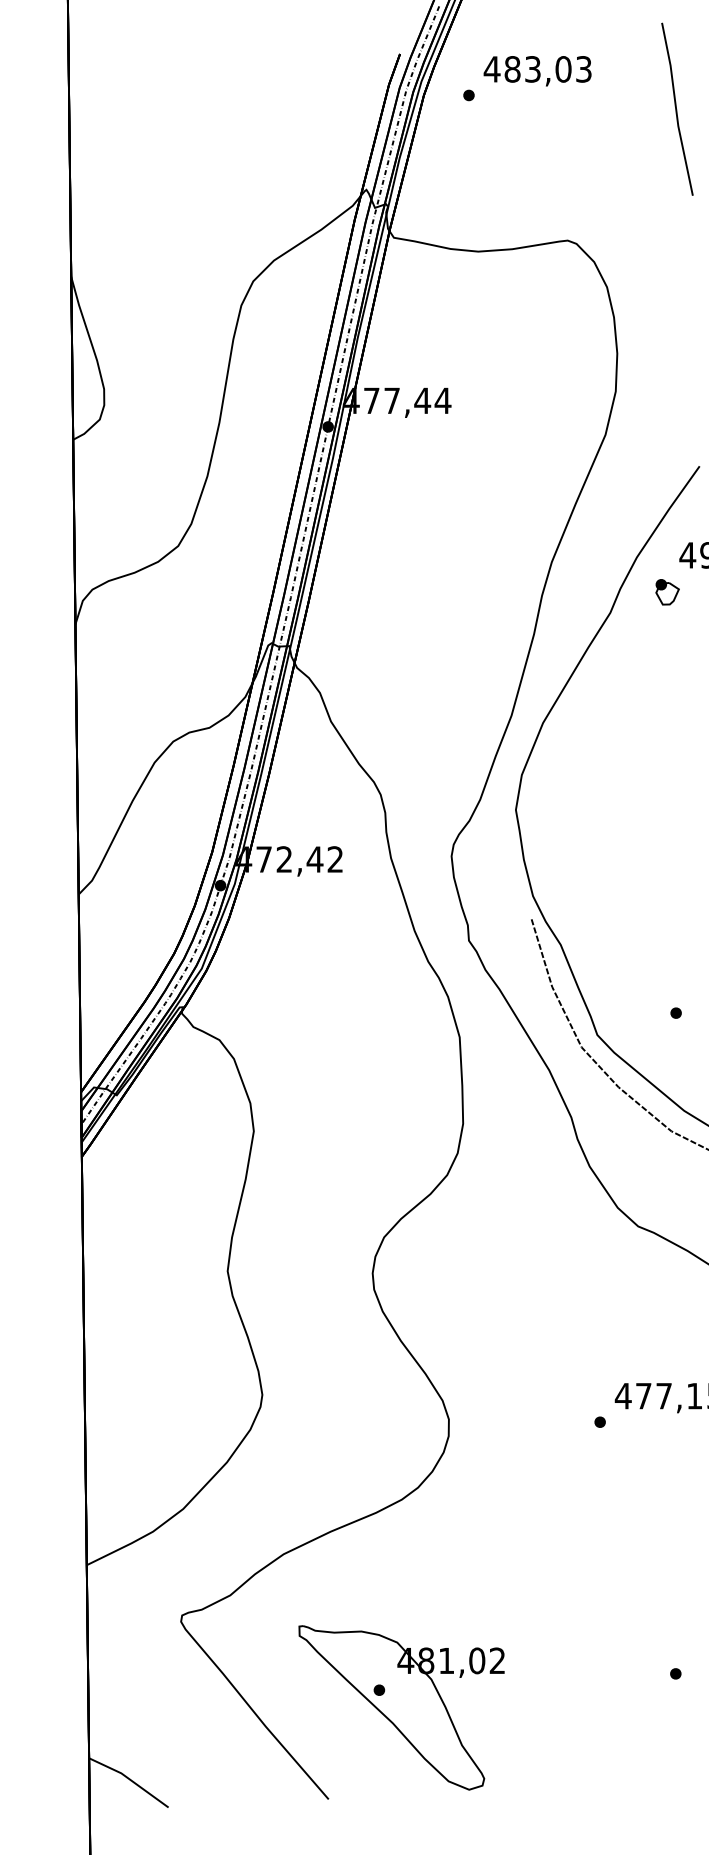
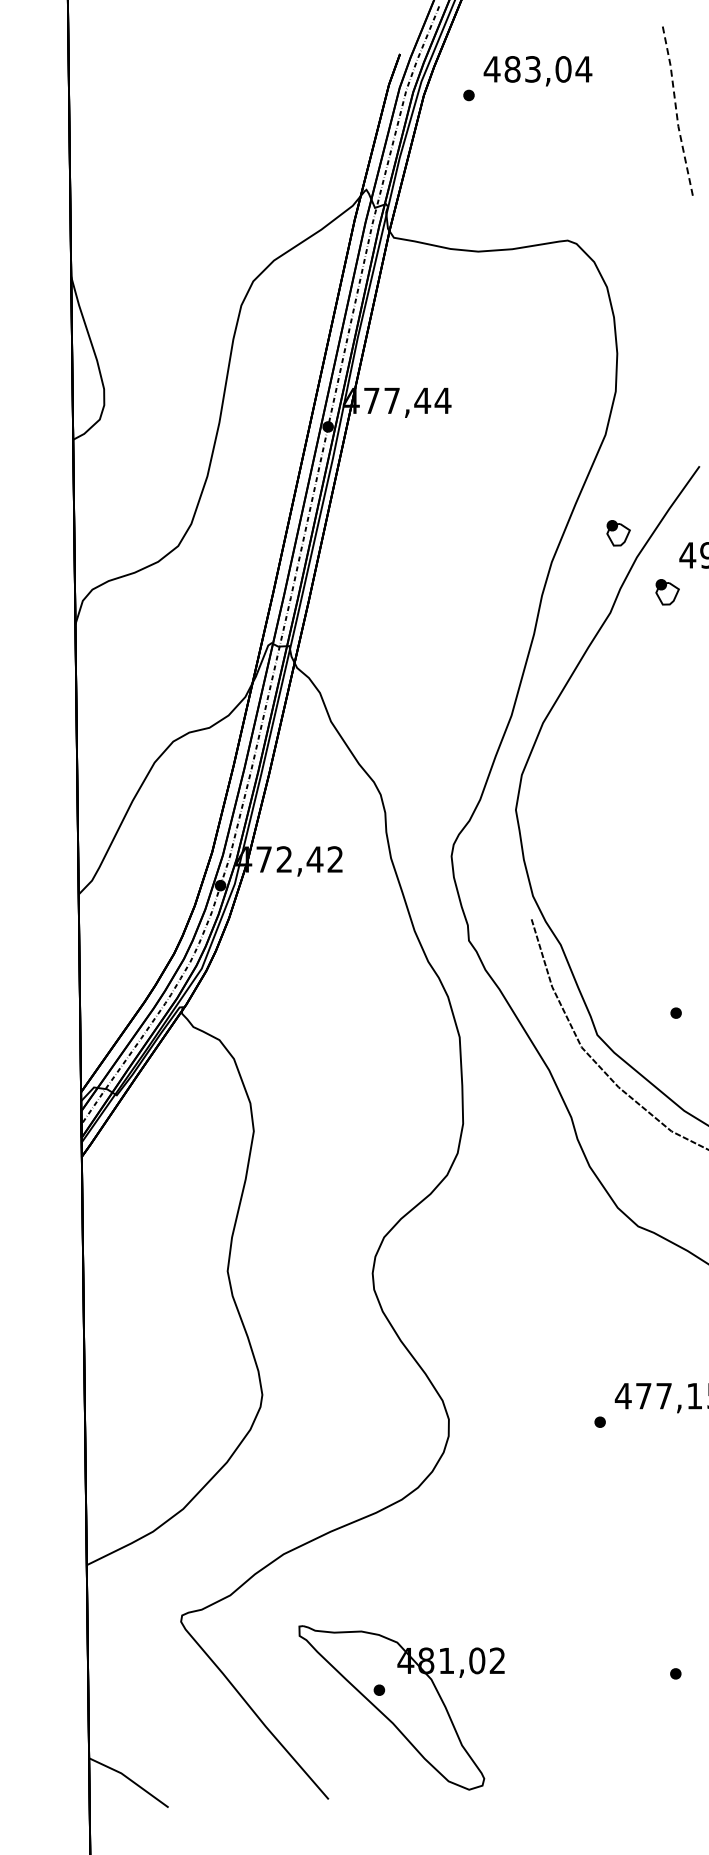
text at (583, 69): 483,03 -> 483,04
line at (676, 109): solid -> dashed
part at (618, 533): none -> present
